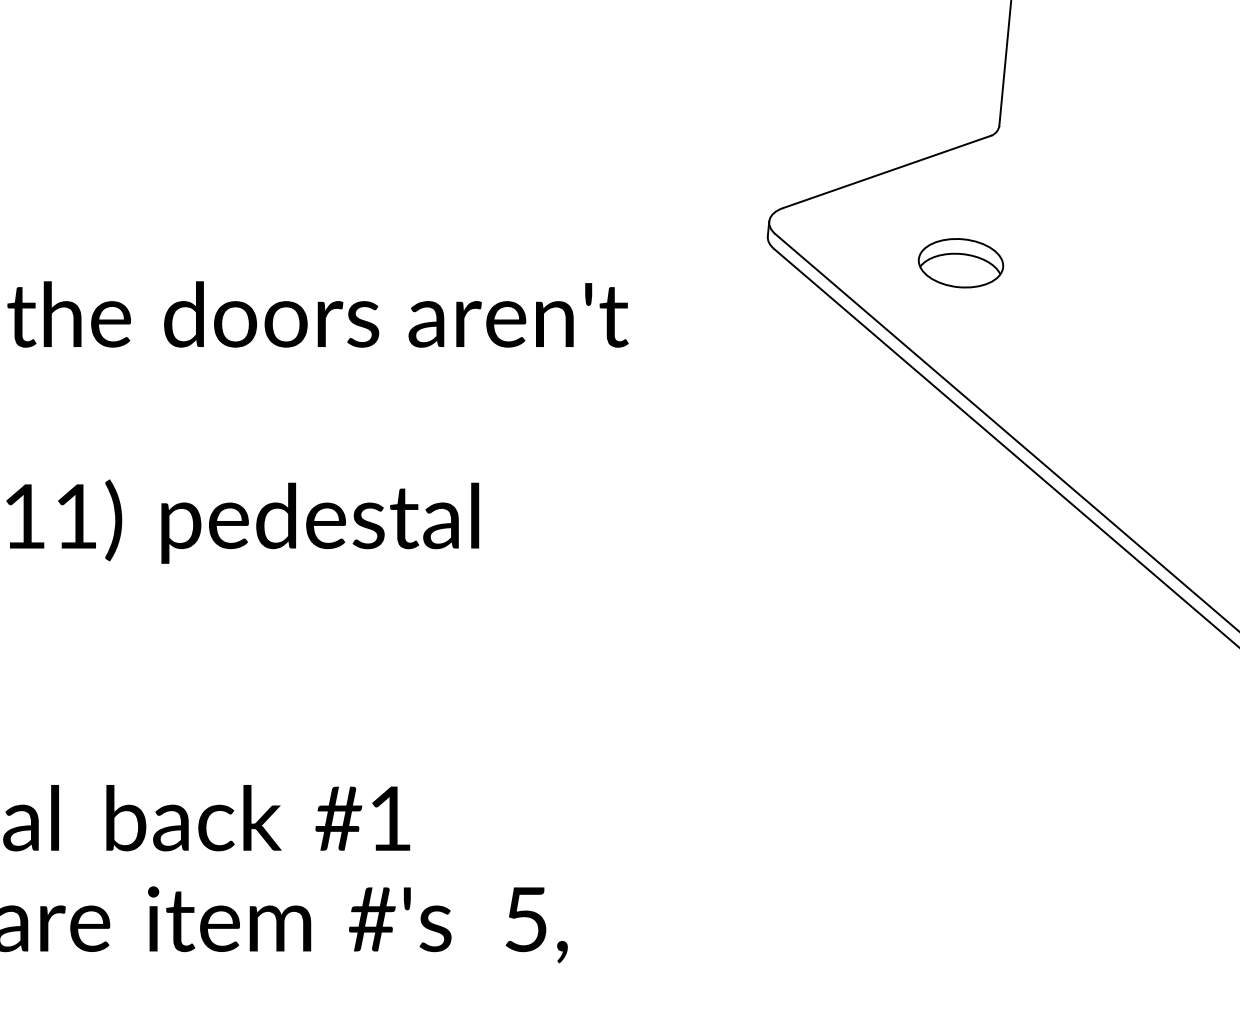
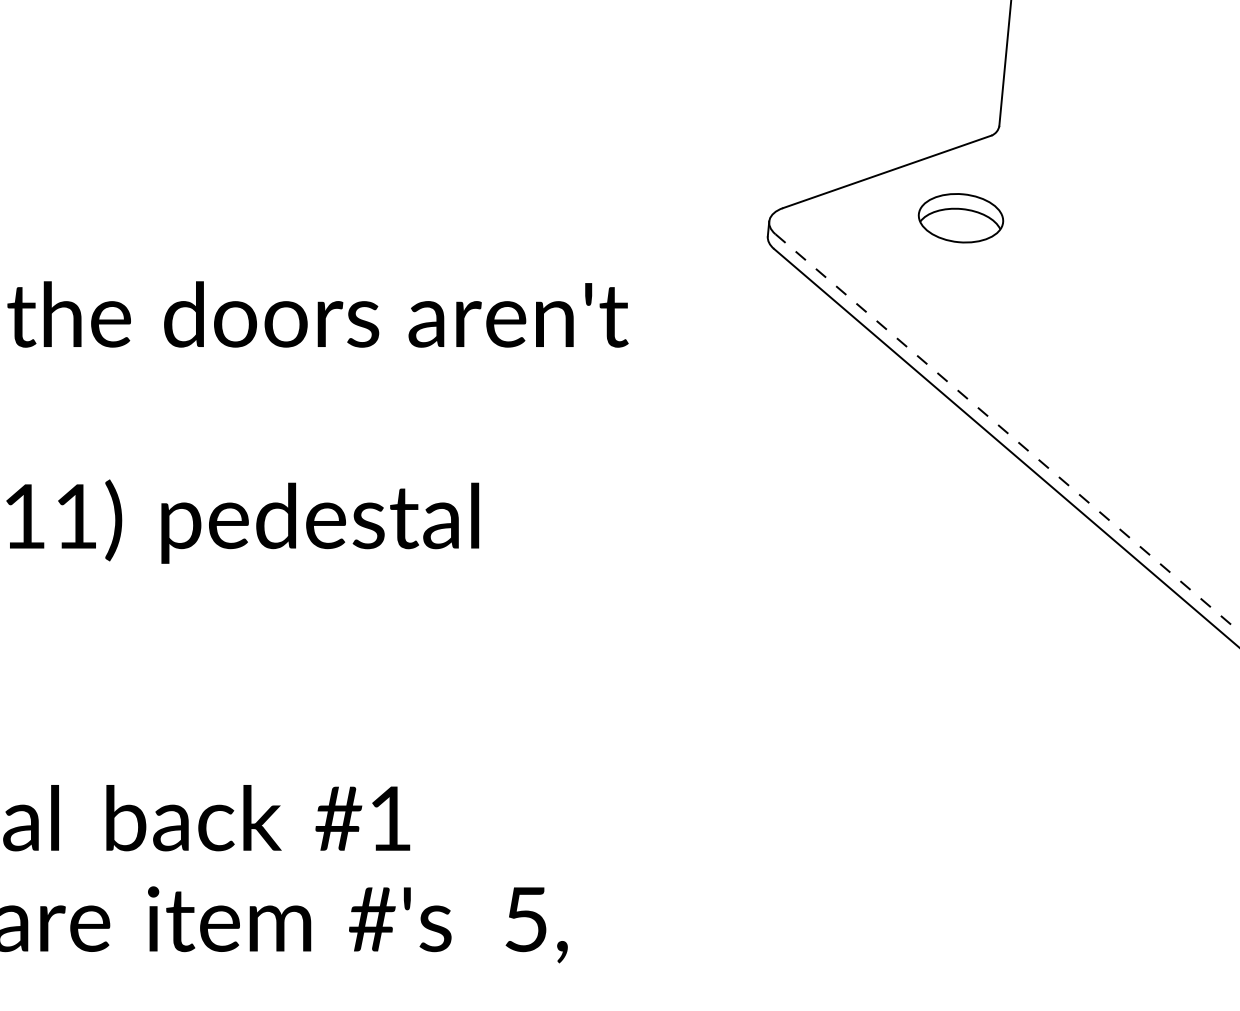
part at (960, 263) position: (960, 263) -> (960, 218)
line at (1007, 433): solid -> dashed
